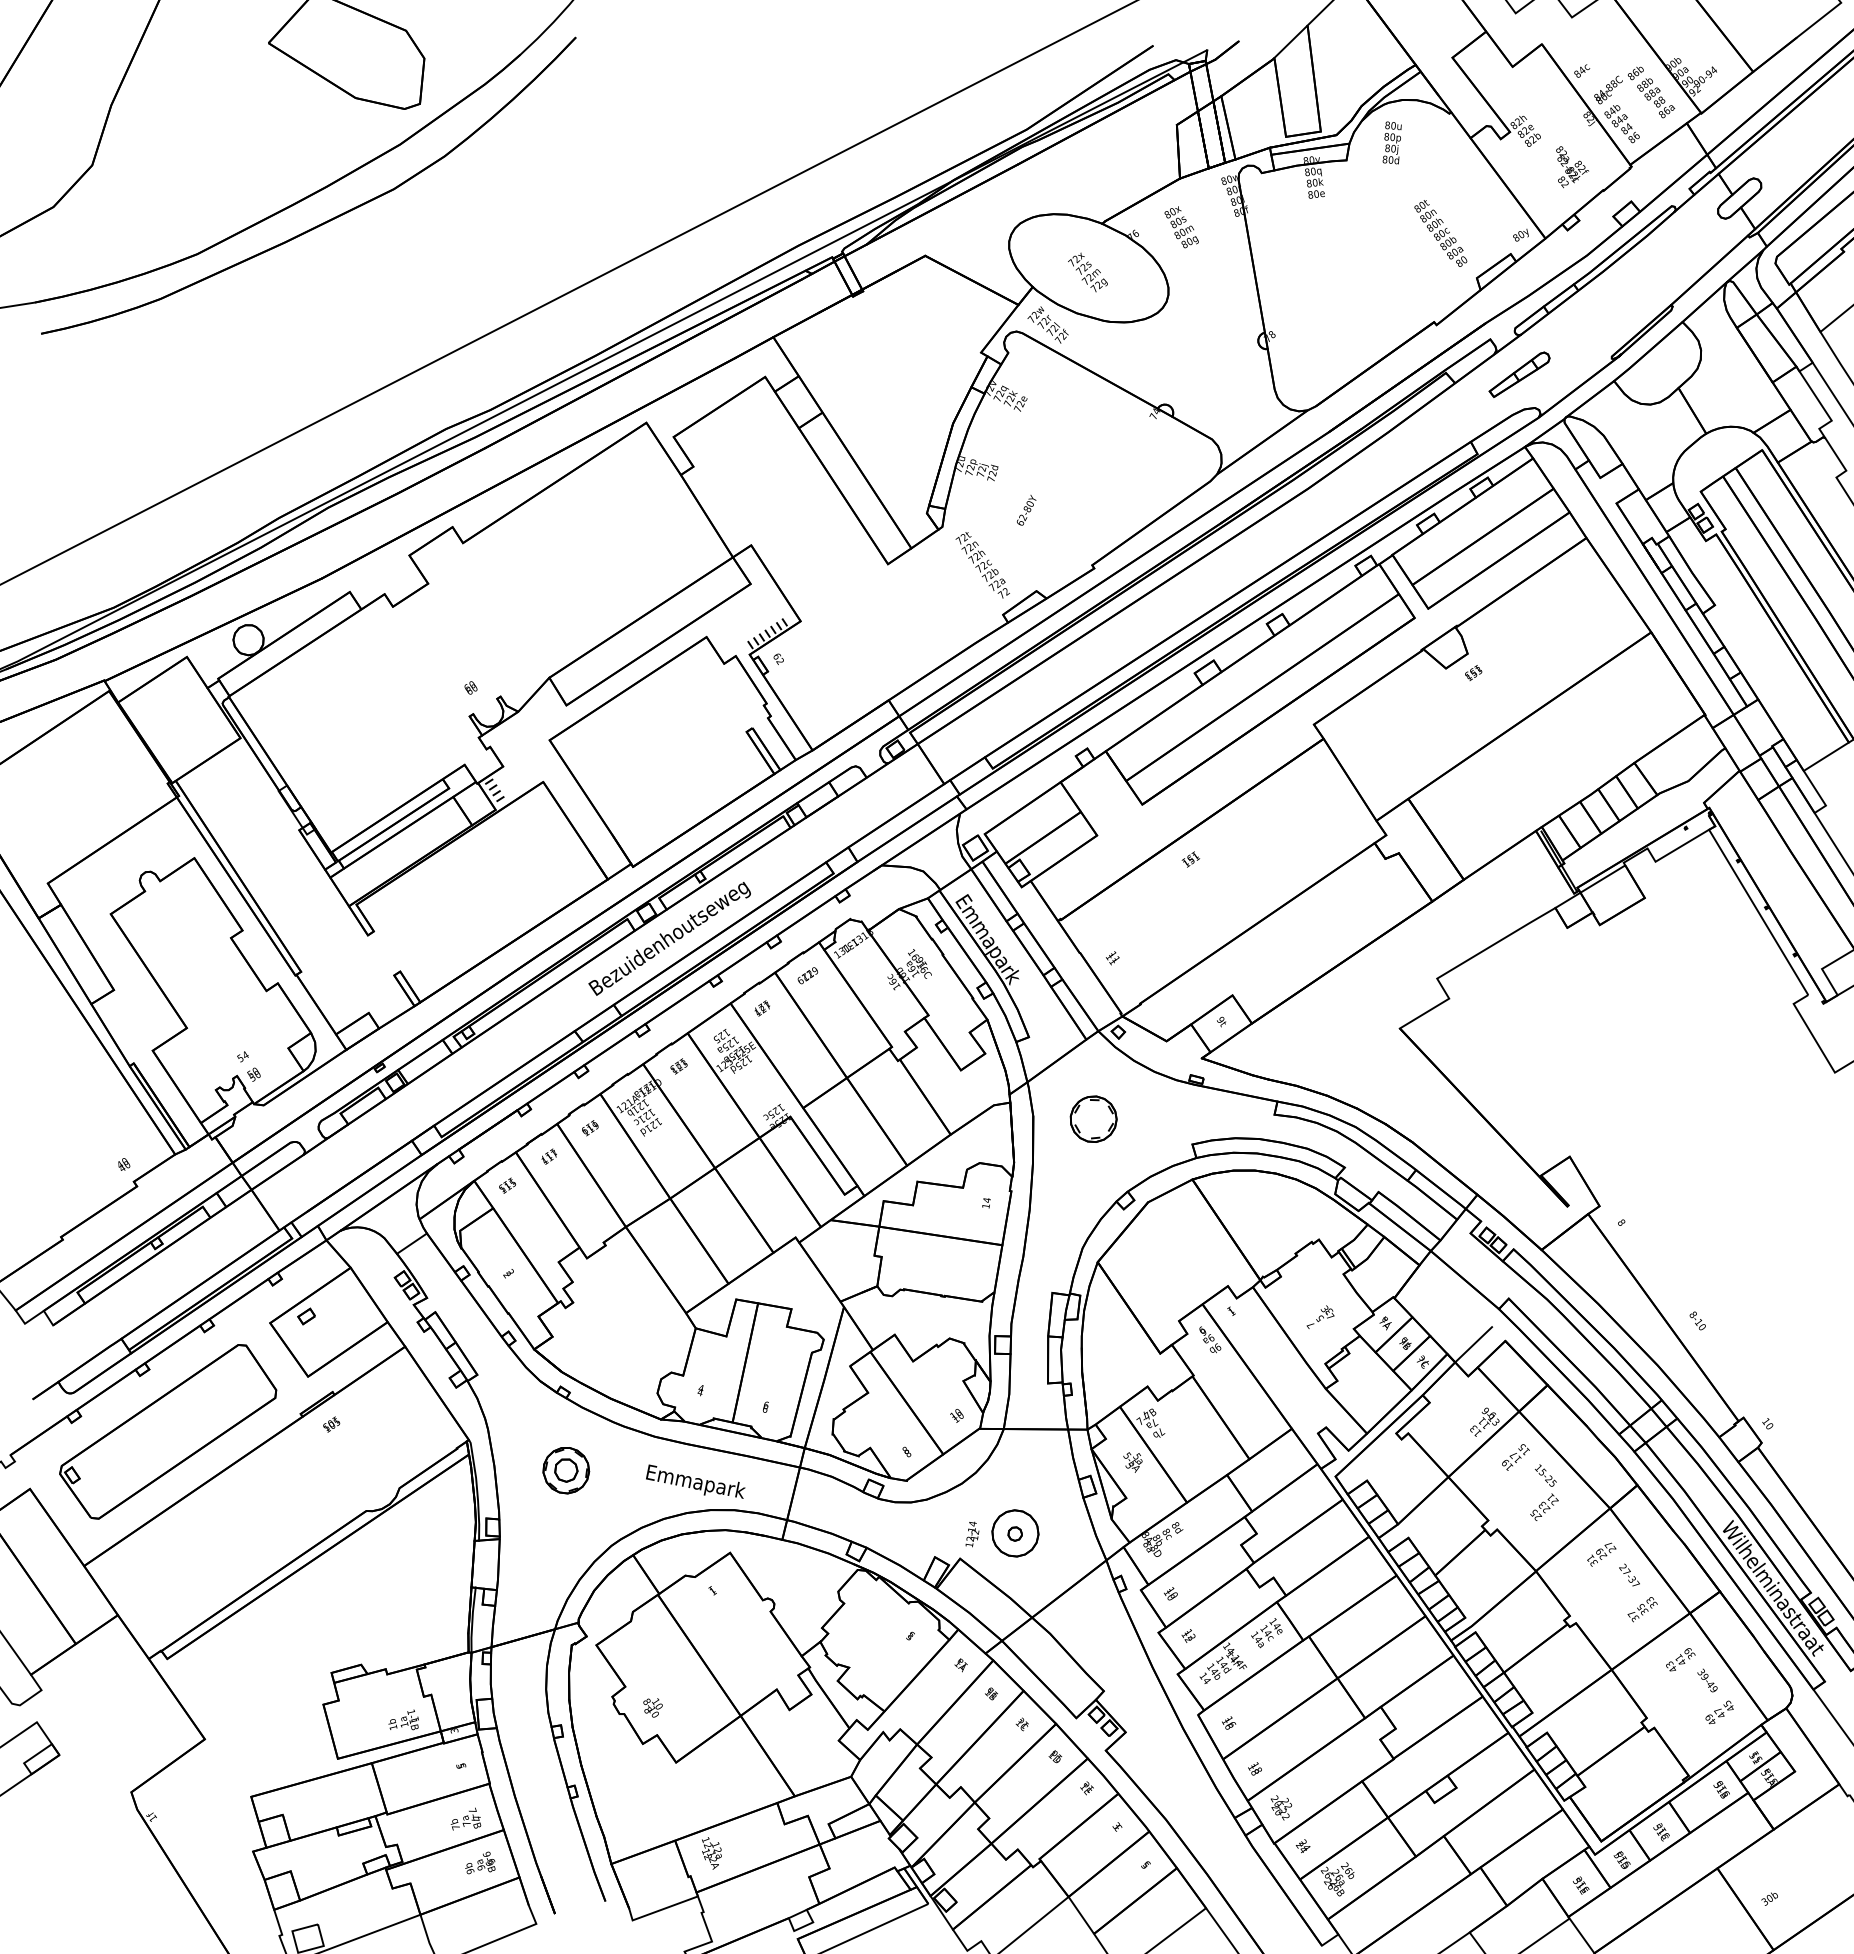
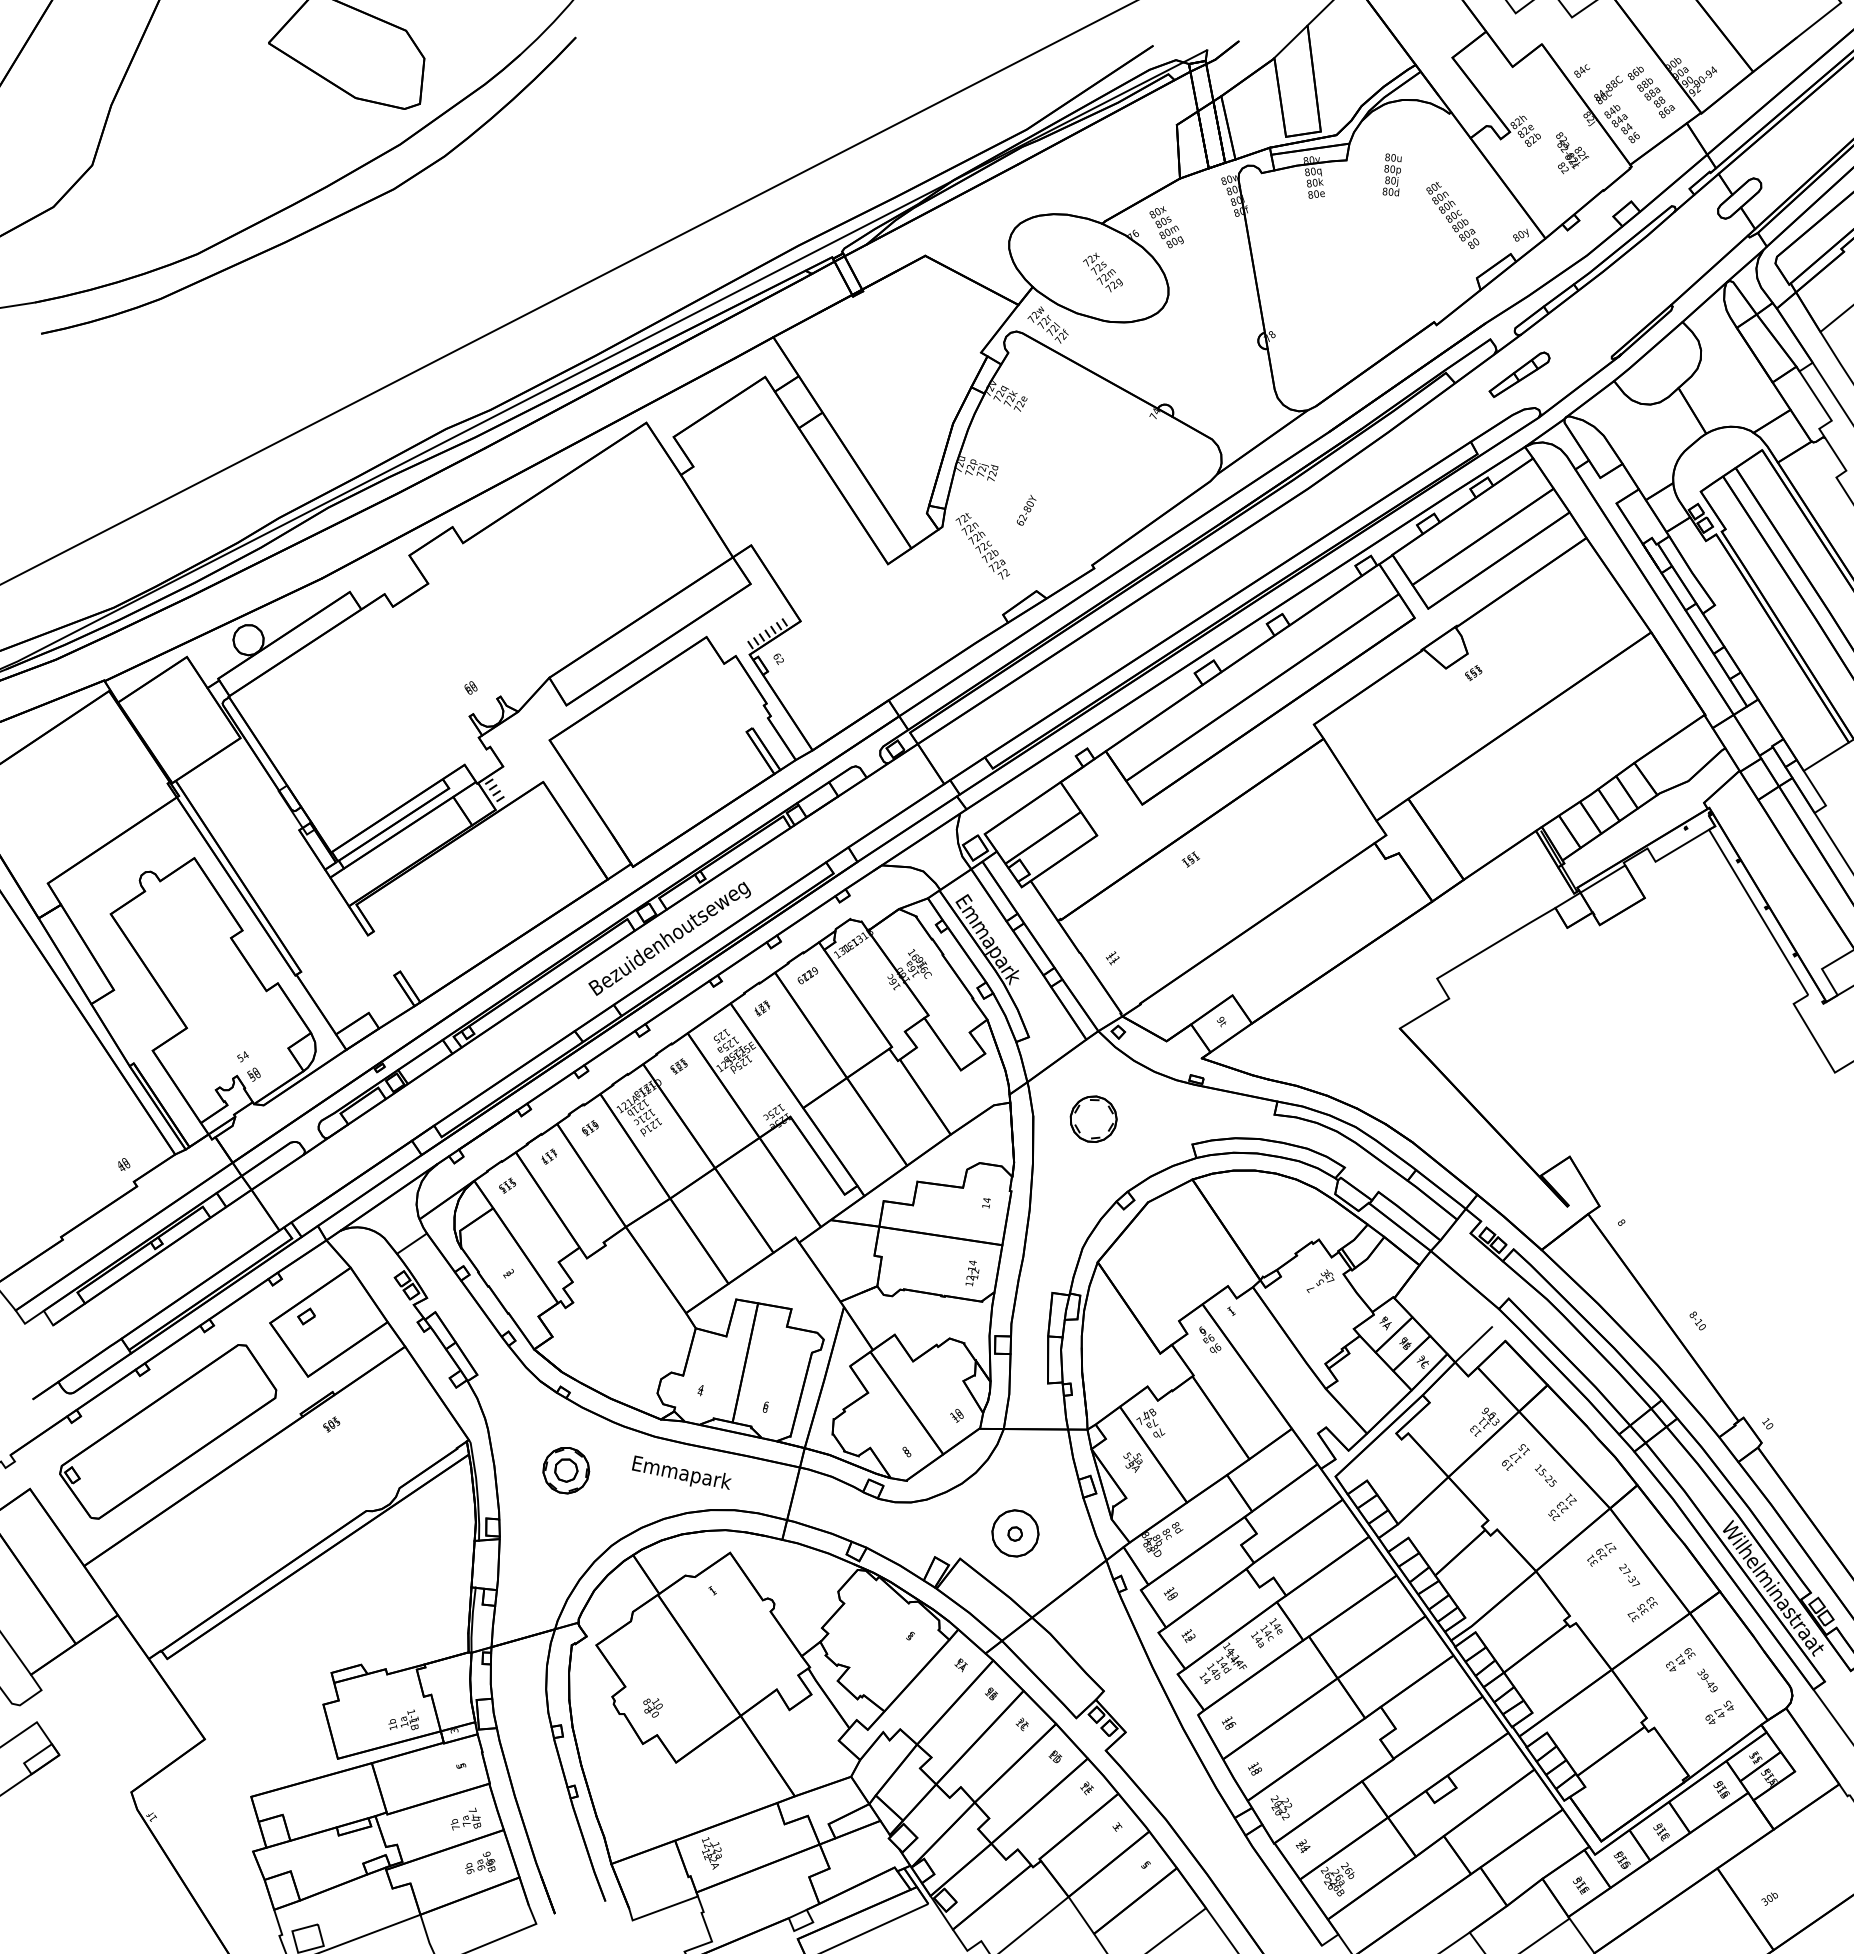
text at (1391, 142) position: (1391, 142) -> (1391, 174)
text at (1572, 167) position: (1572, 167) -> (1572, 153)
text at (1181, 227) position: (1181, 227) -> (1166, 227)
text at (1440, 233) position: (1440, 233) -> (1452, 215)
text at (1087, 272) position: (1087, 272) -> (1102, 272)
text at (982, 565) position: (982, 565) -> (982, 546)
text at (1320, 1316) position: (1320, 1316) -> (1320, 1280)
text at (695, 1481) position: (695, 1481) -> (681, 1472)
text at (1544, 1506) position: (1544, 1506) -> (1562, 1506)
text at (972, 1534) position: (972, 1534) -> (972, 1273)
